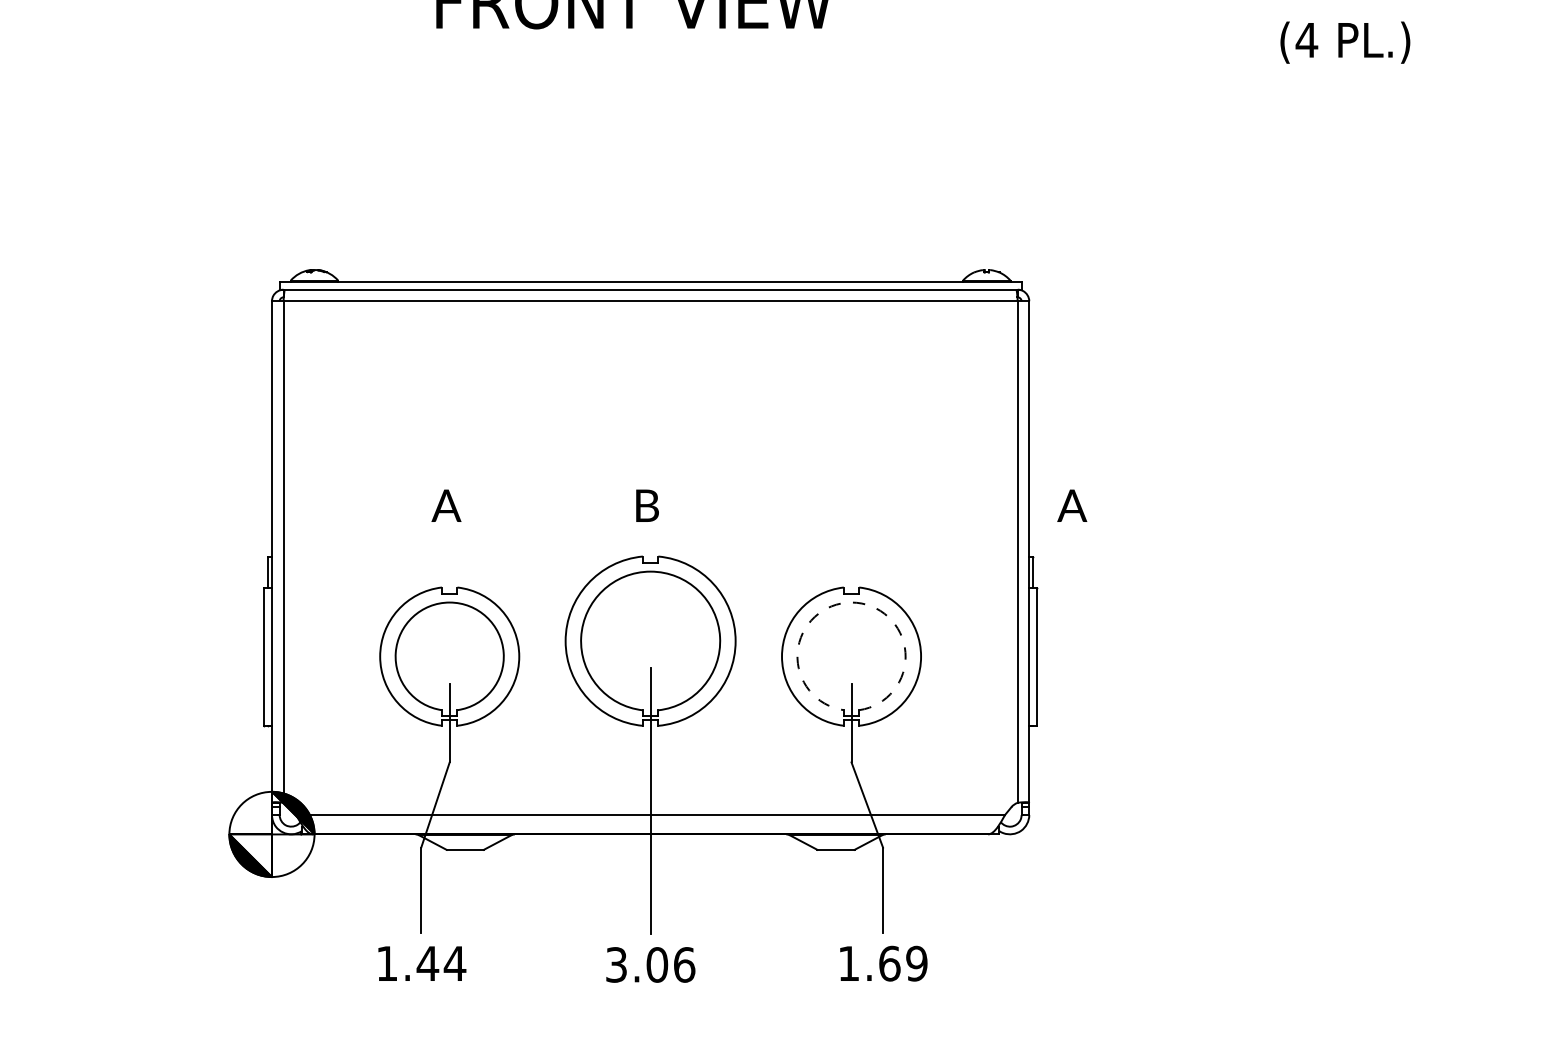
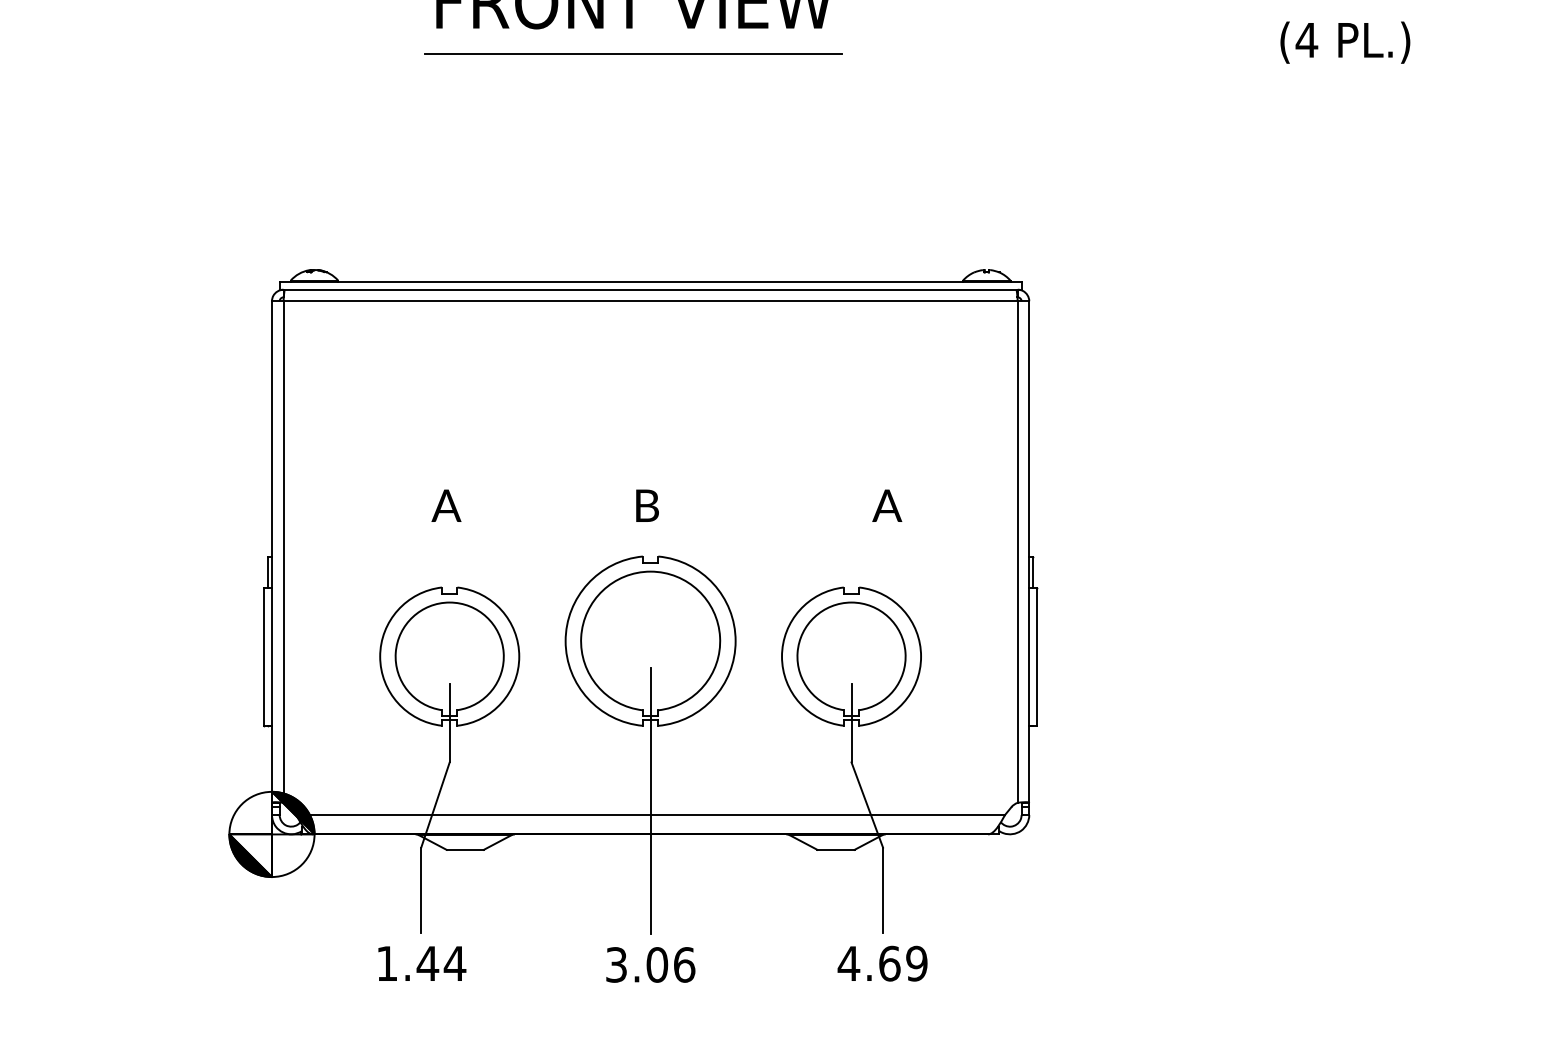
line at (633, 53): none -> present
text at (1072, 505) position: (1072, 505) -> (887, 505)
arc at (851, 602): dashed -> solid
text at (848, 963): 1.69 -> 4.69
